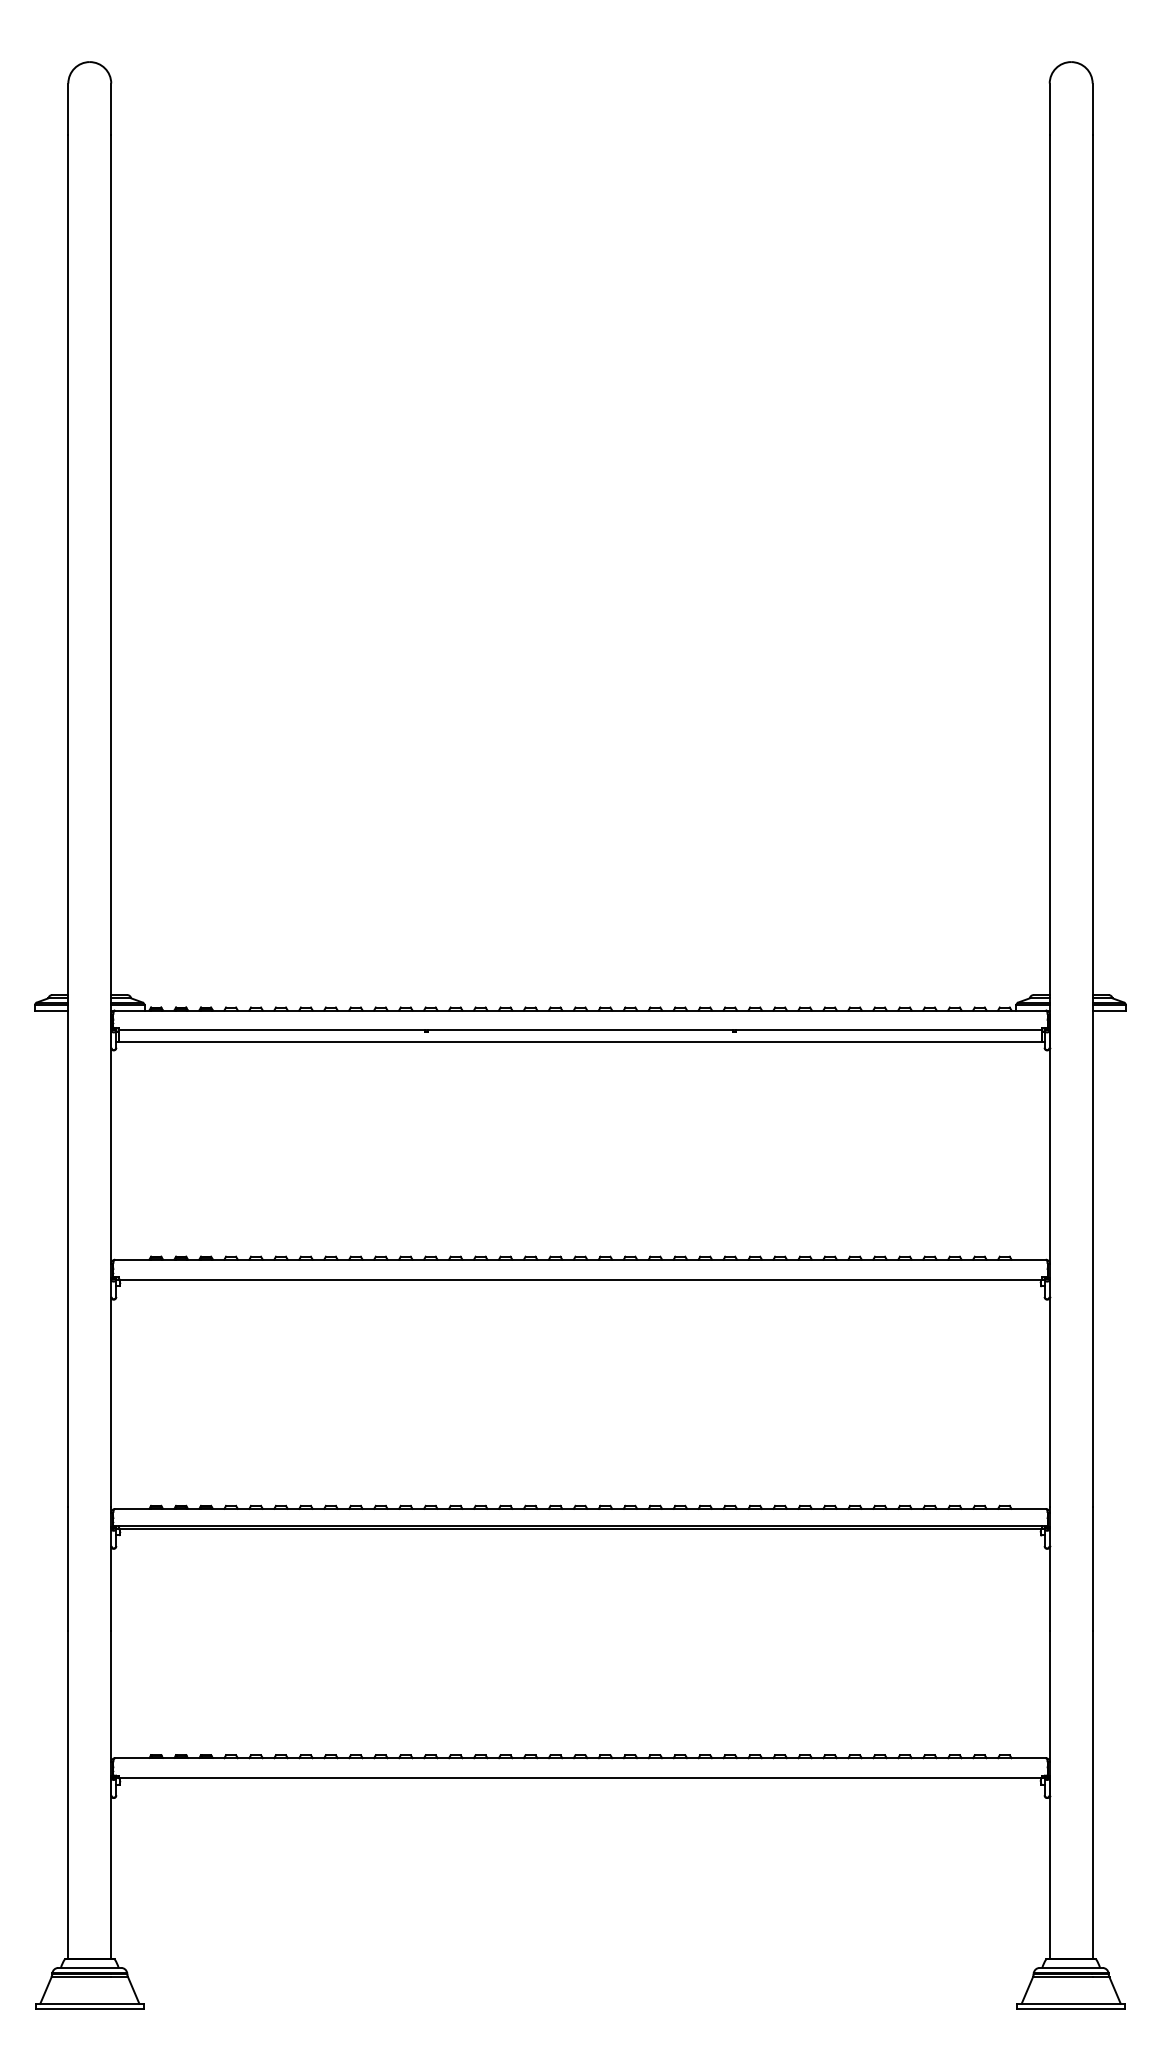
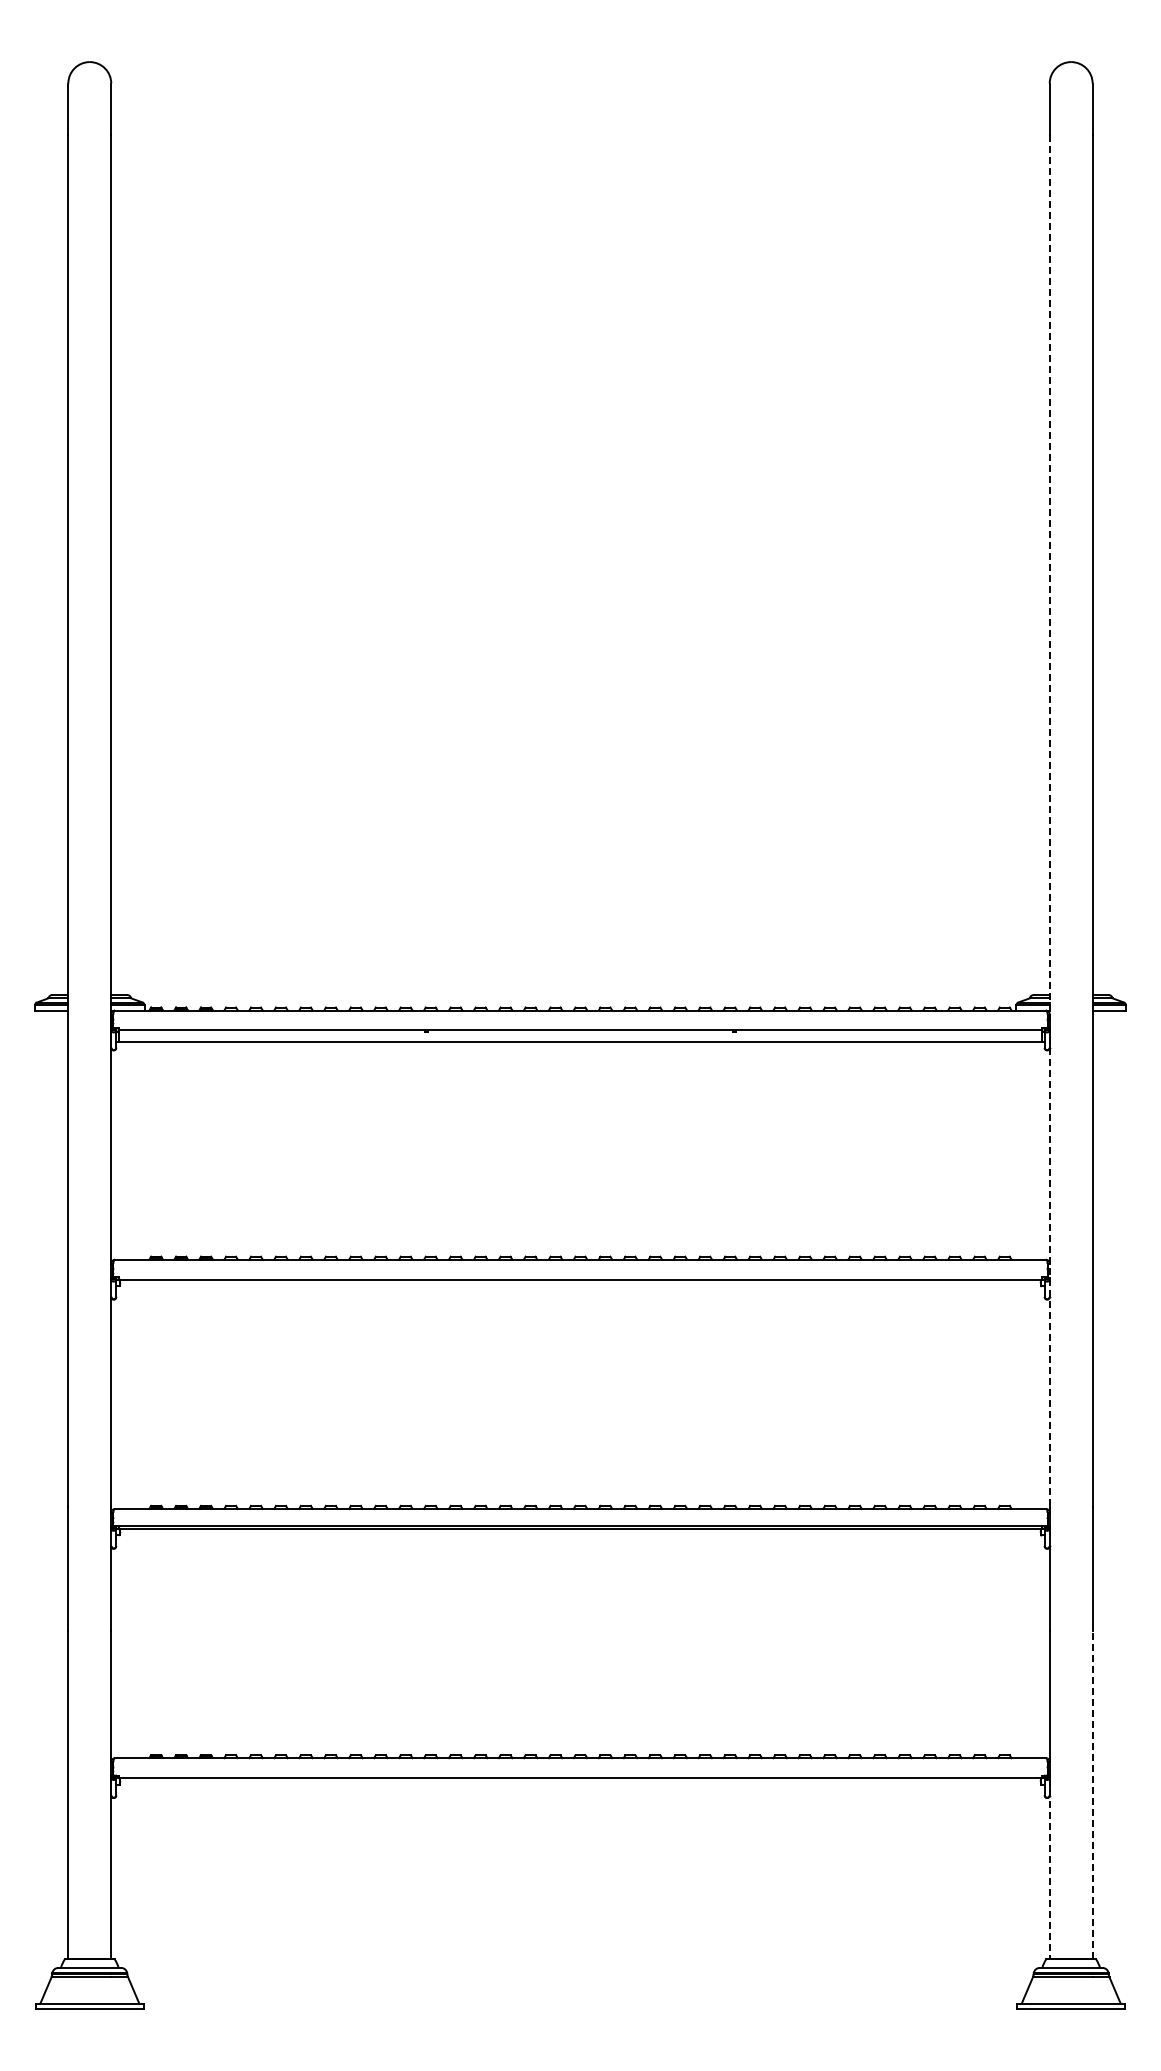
line at (1049, 821): solid -> dashed
line at (1092, 1794): solid -> dashed
line at (1049, 1869): solid -> dashed
